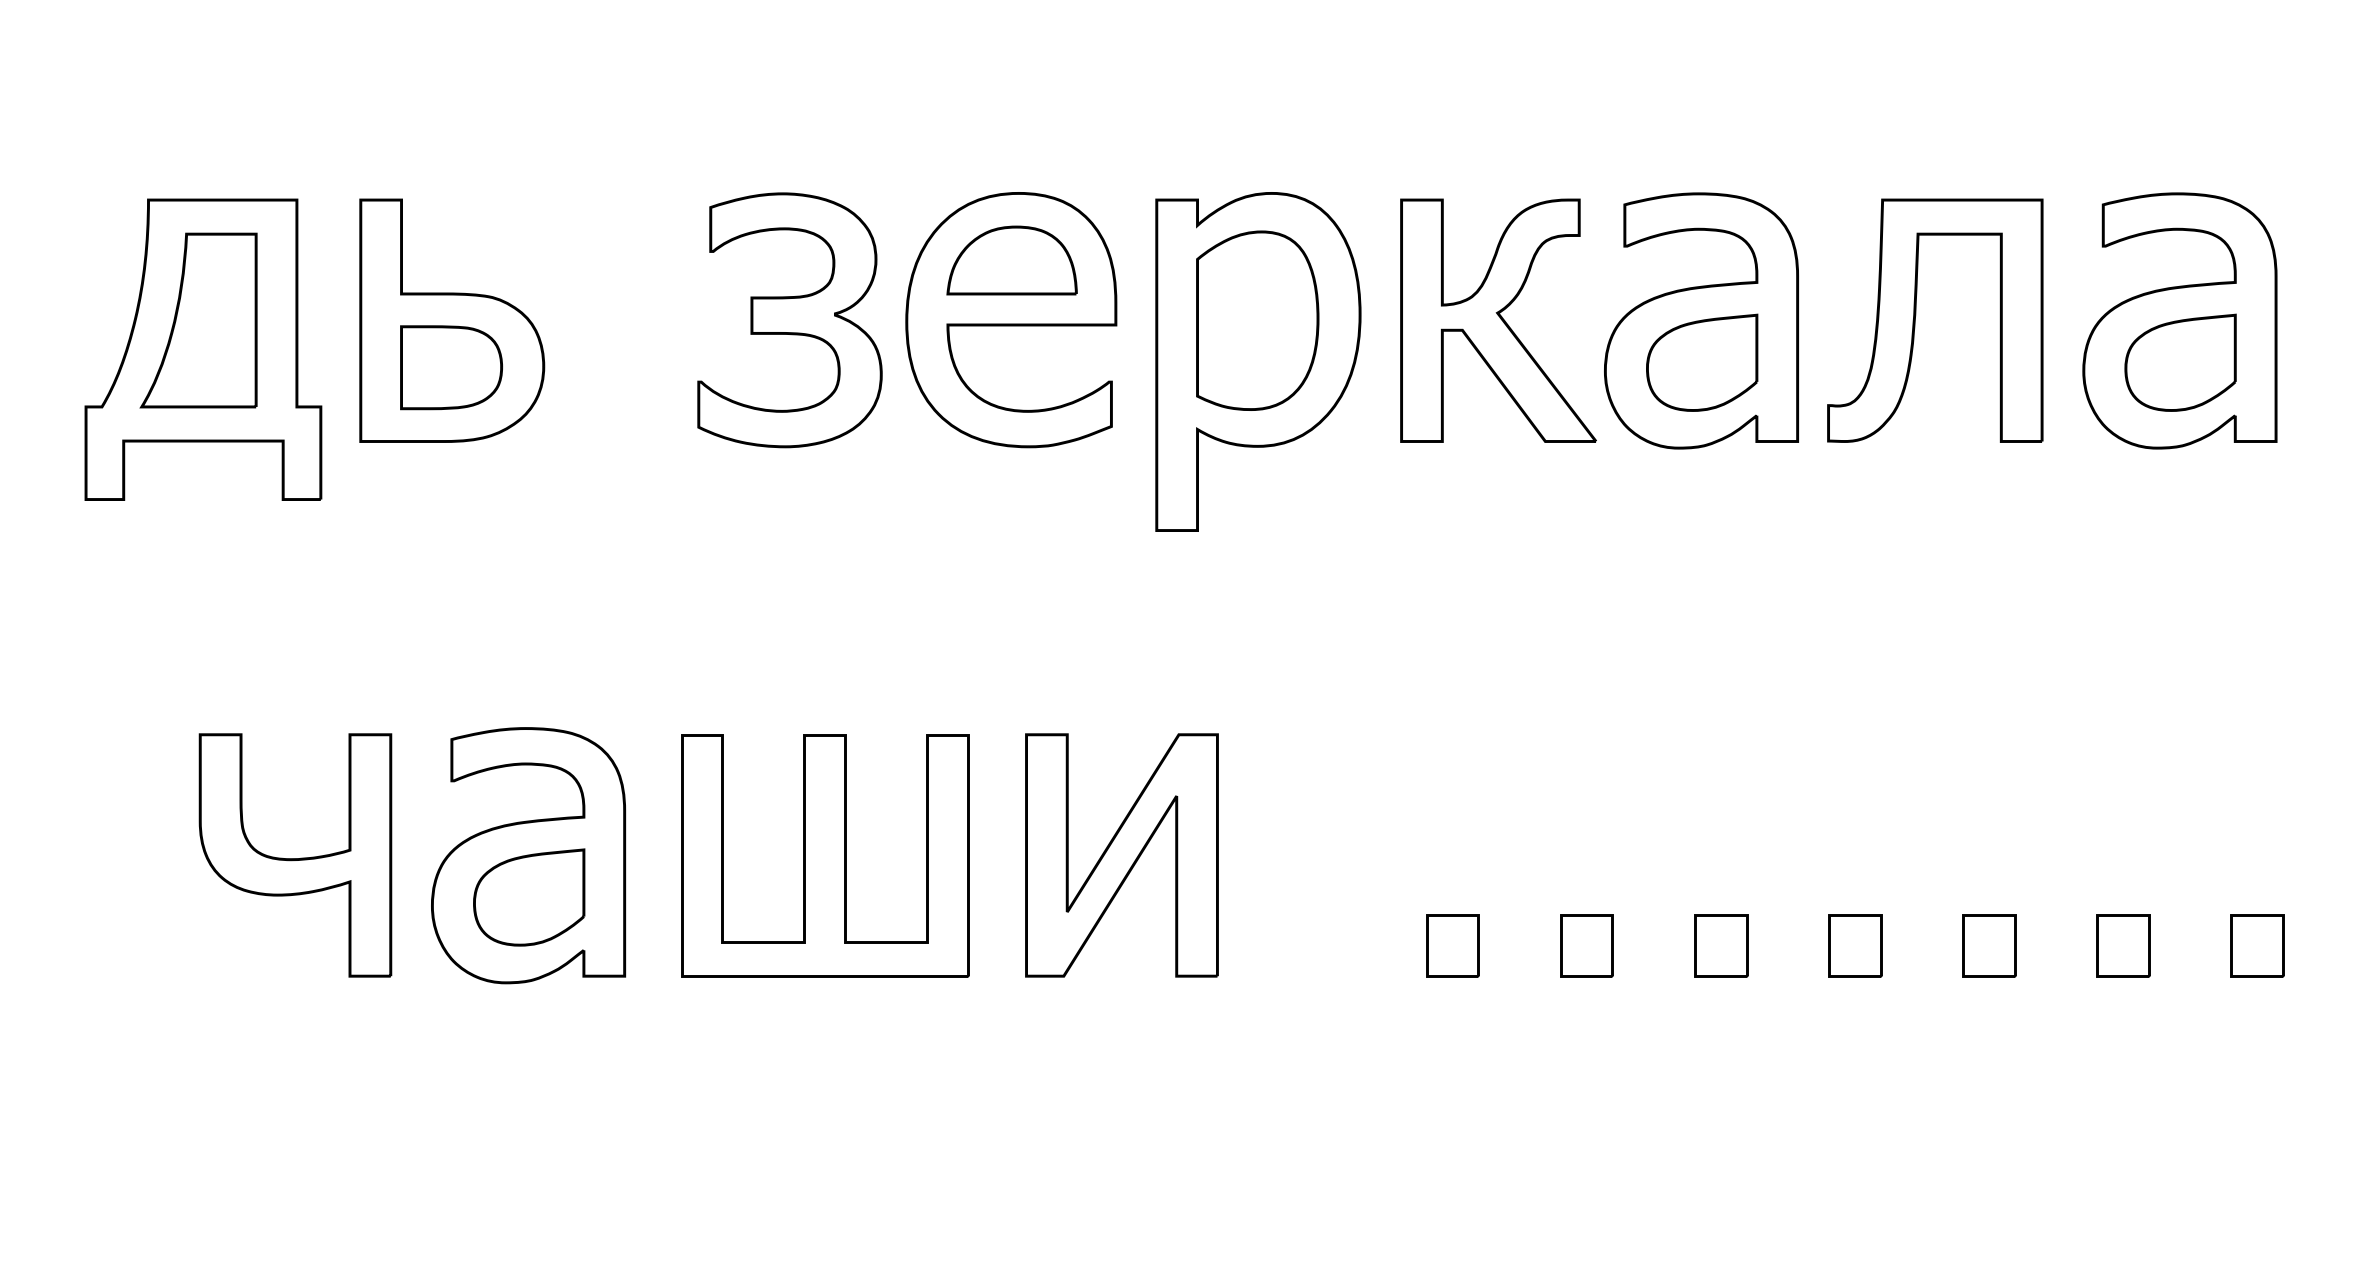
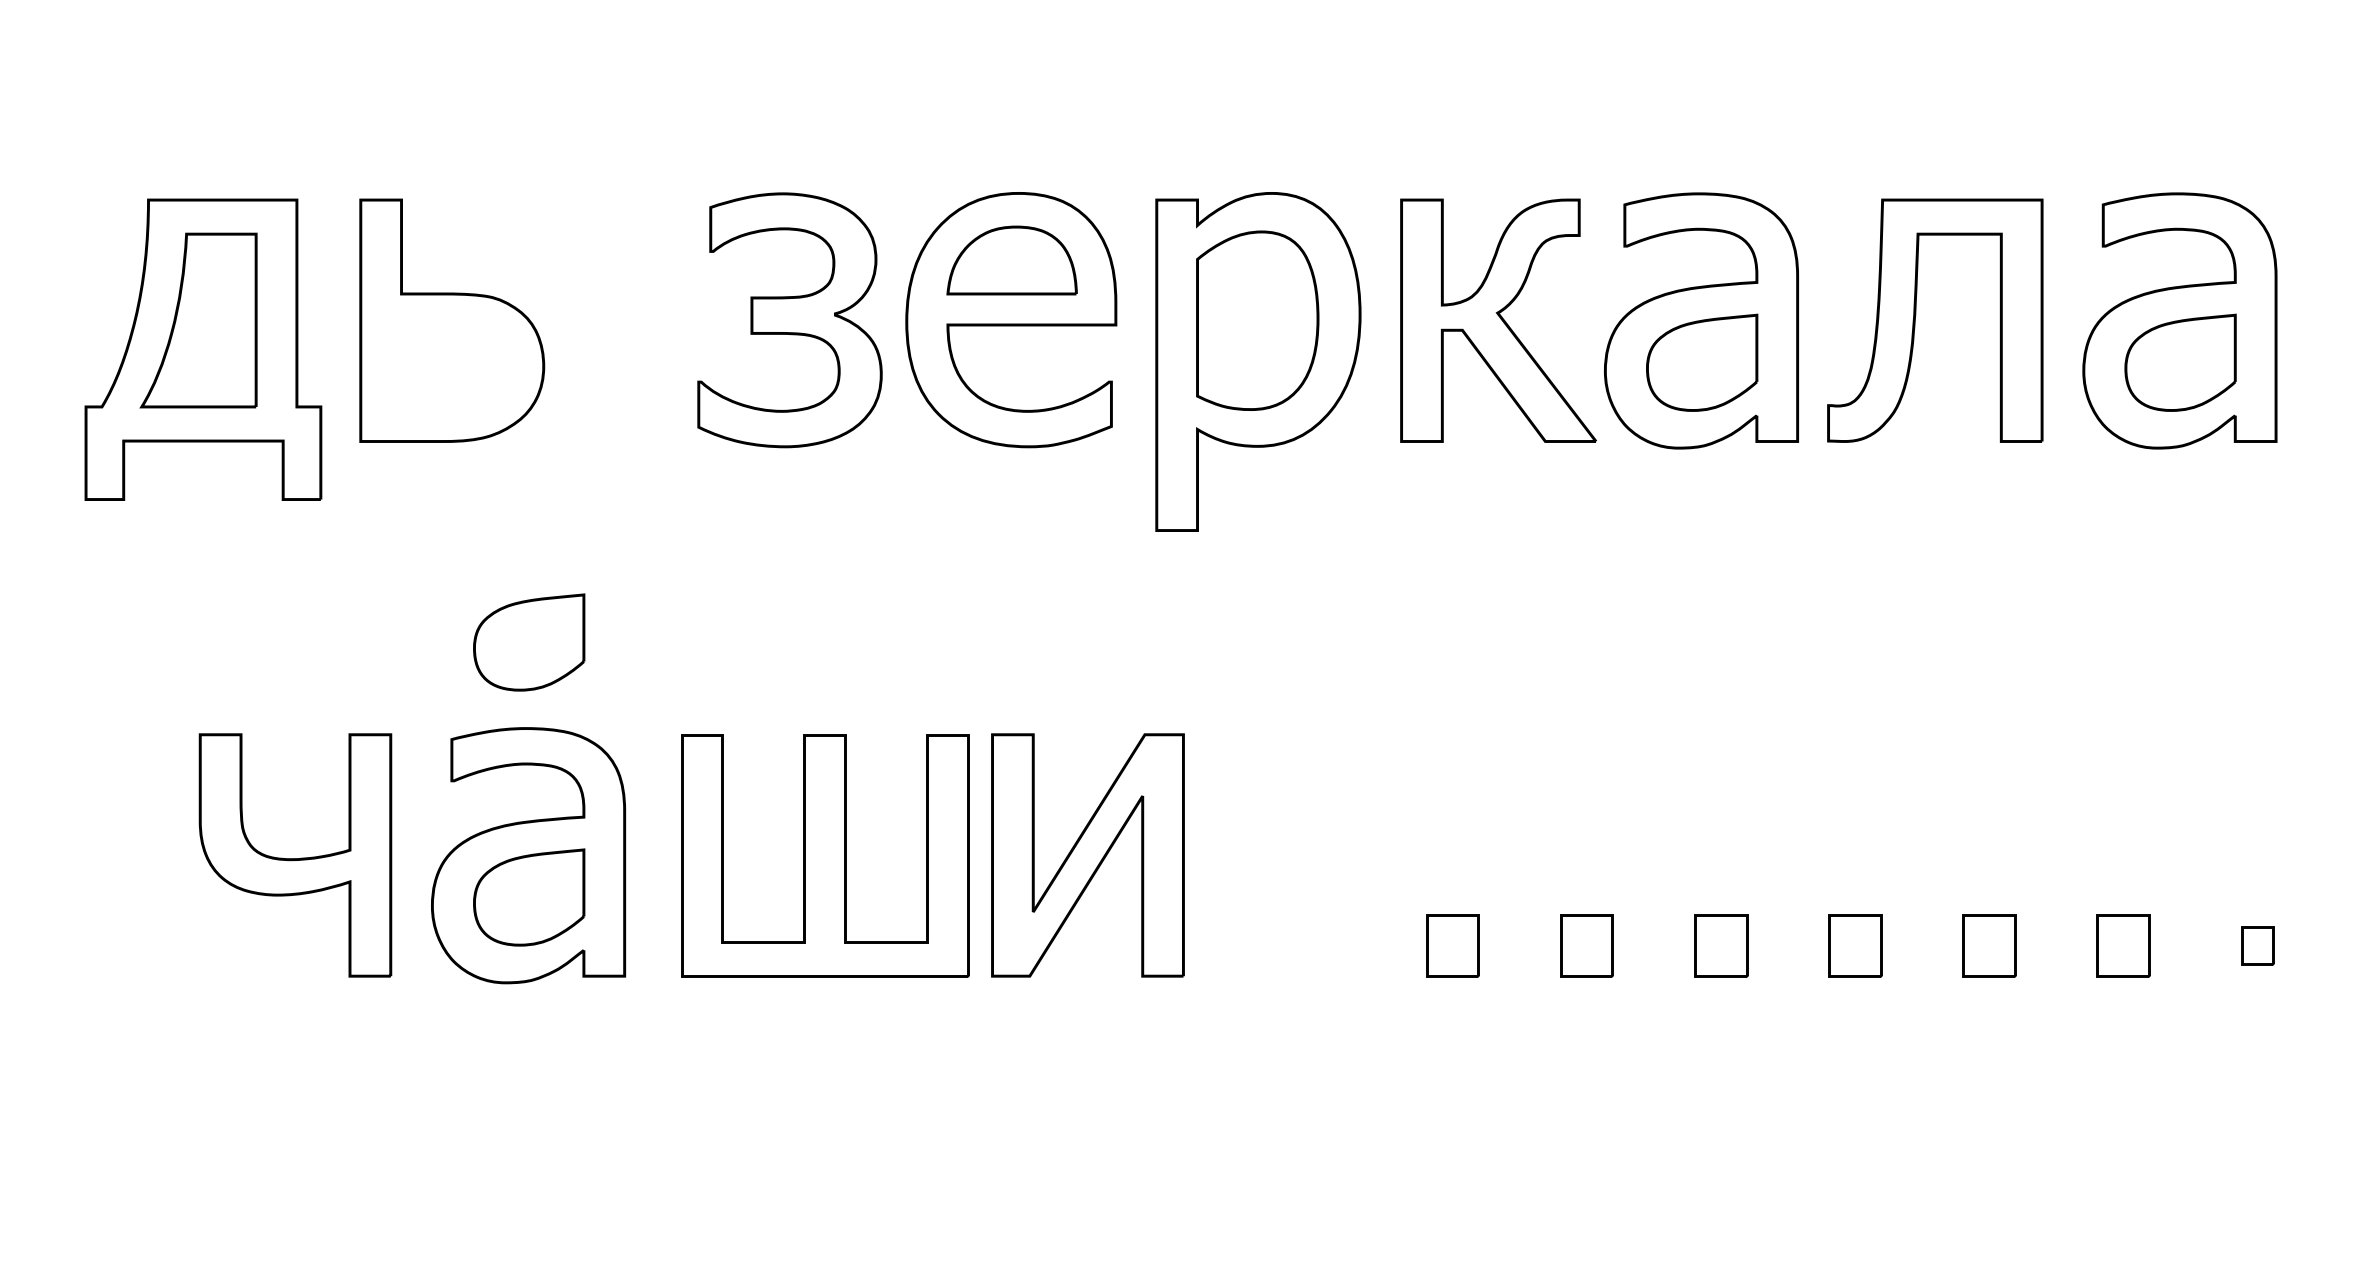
part at (451, 367): present -> none
part at (529, 642): none -> present
part at (1121, 855) position: (1121, 855) -> (1087, 855)
part at (2257, 945) size: 55x64 px -> 34x40 px
